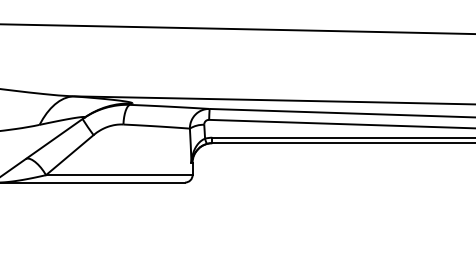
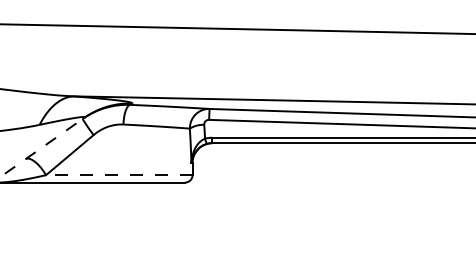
line at (43, 146): solid -> dashed
line at (118, 175): solid -> dashed
